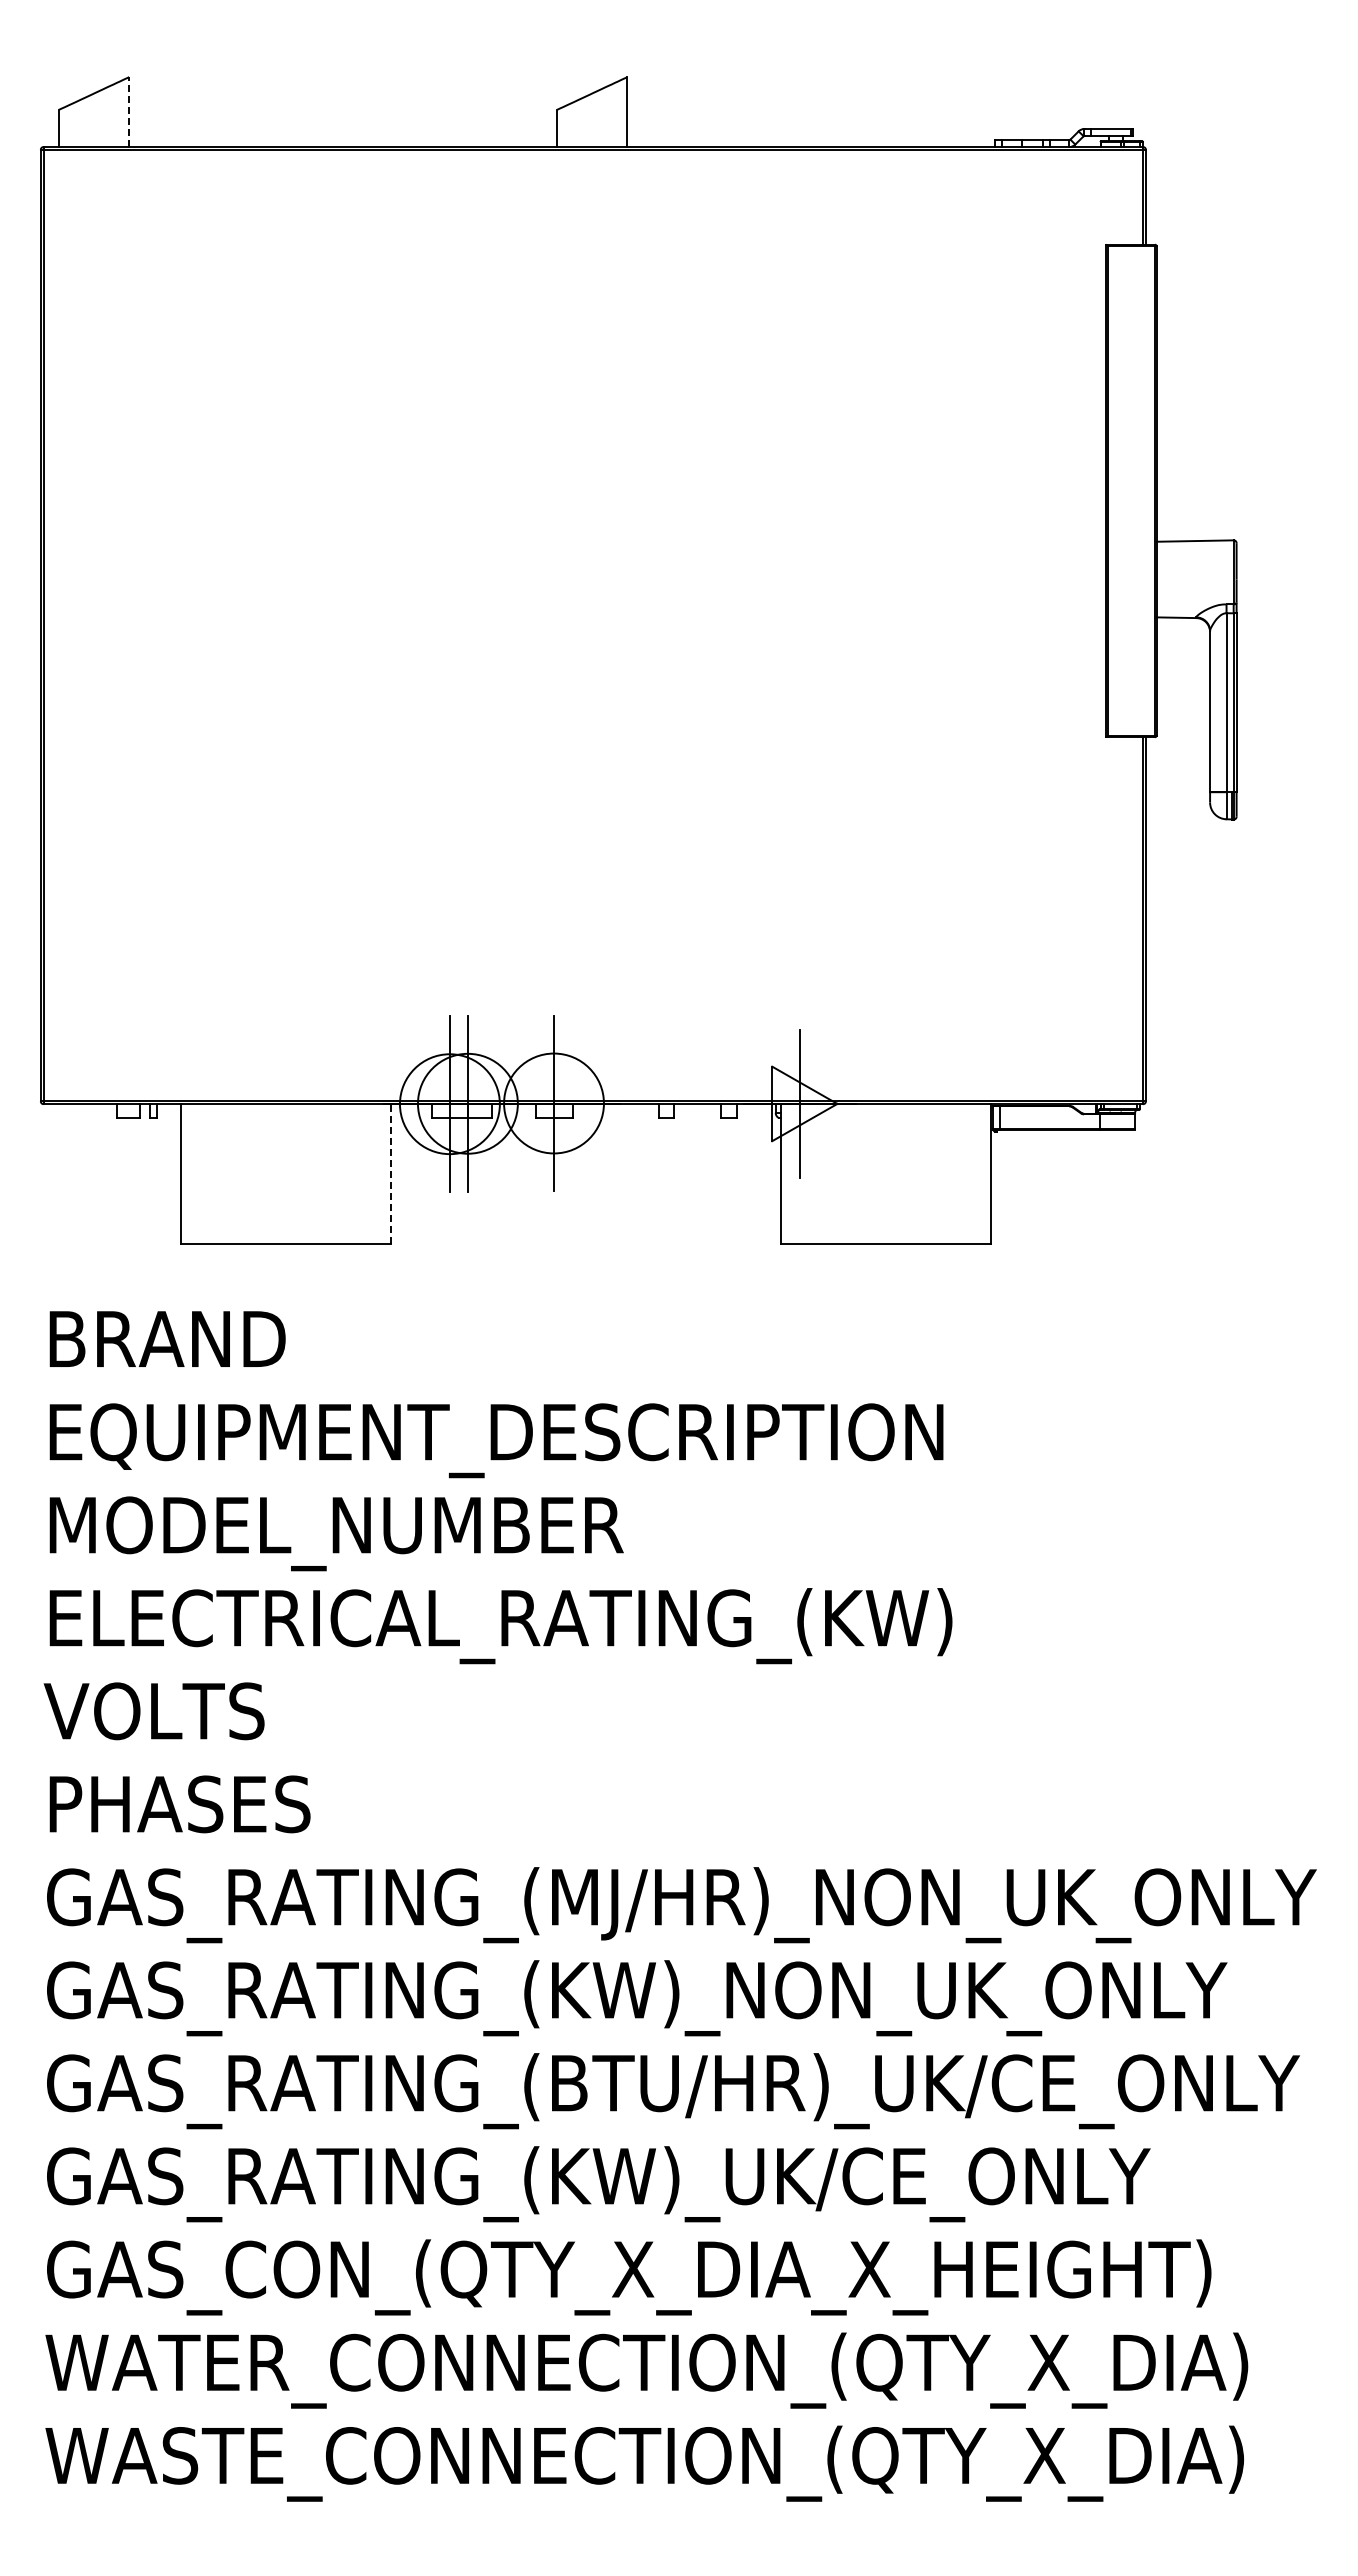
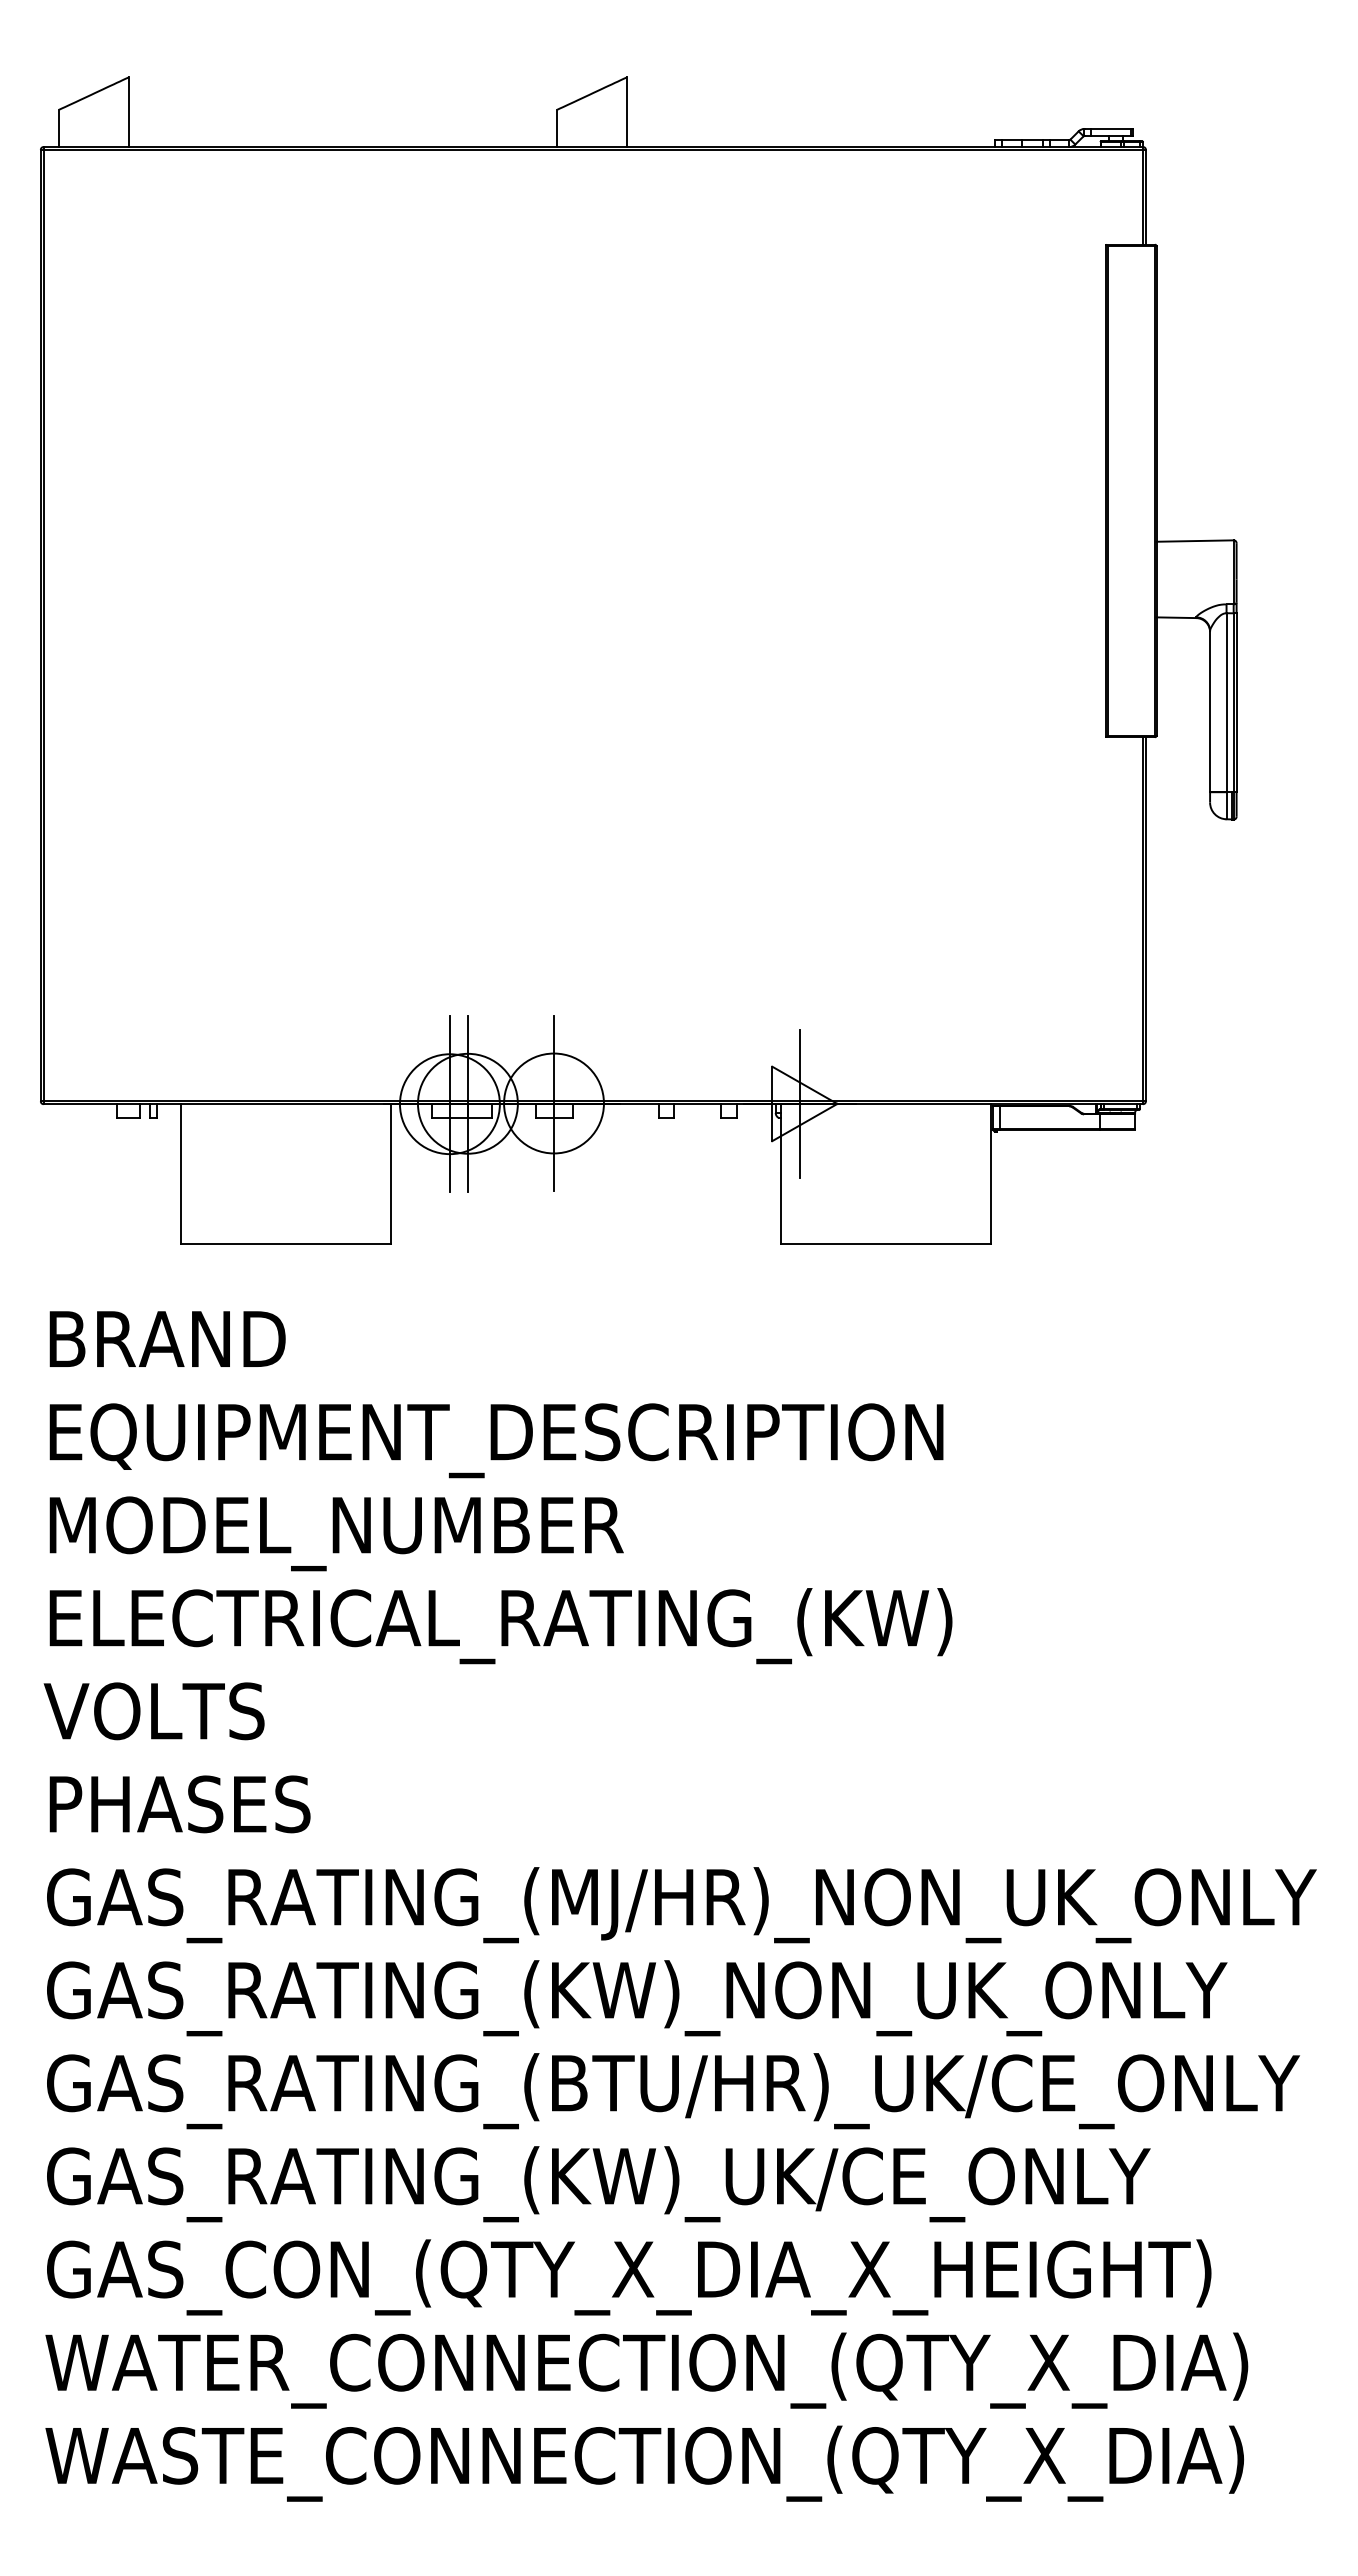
line at (129, 112): dashed -> solid
line at (391, 1173): dashed -> solid
